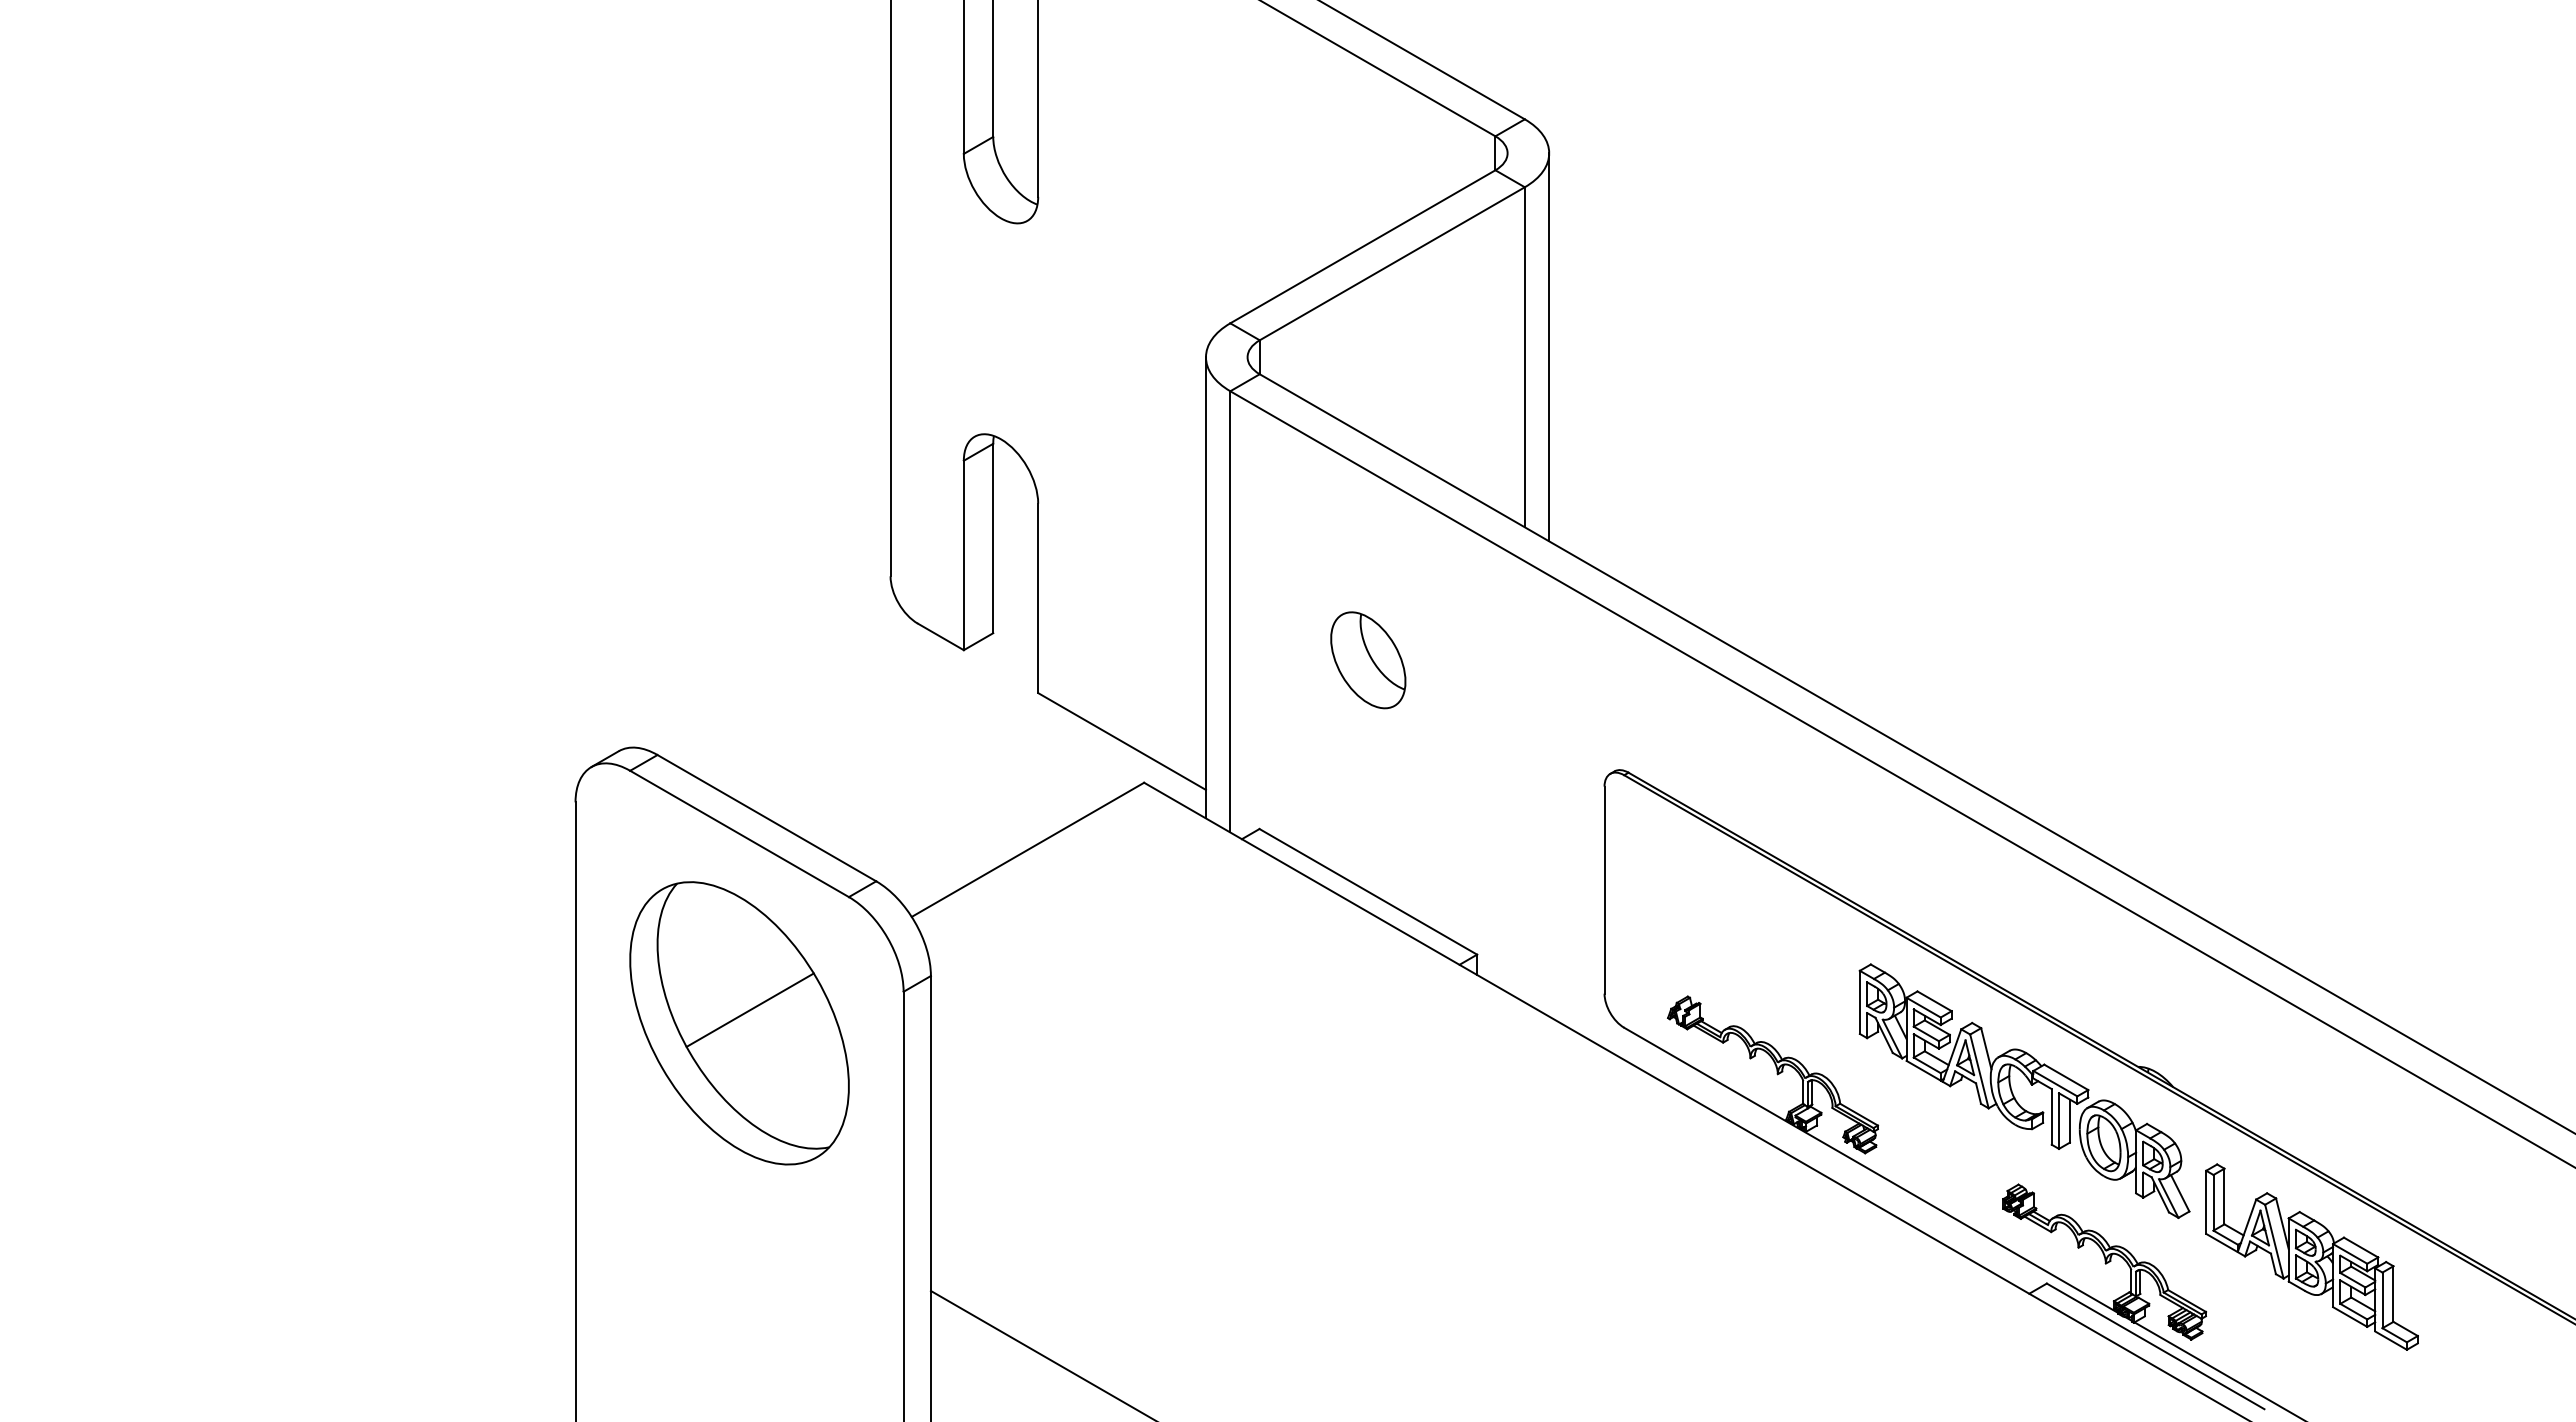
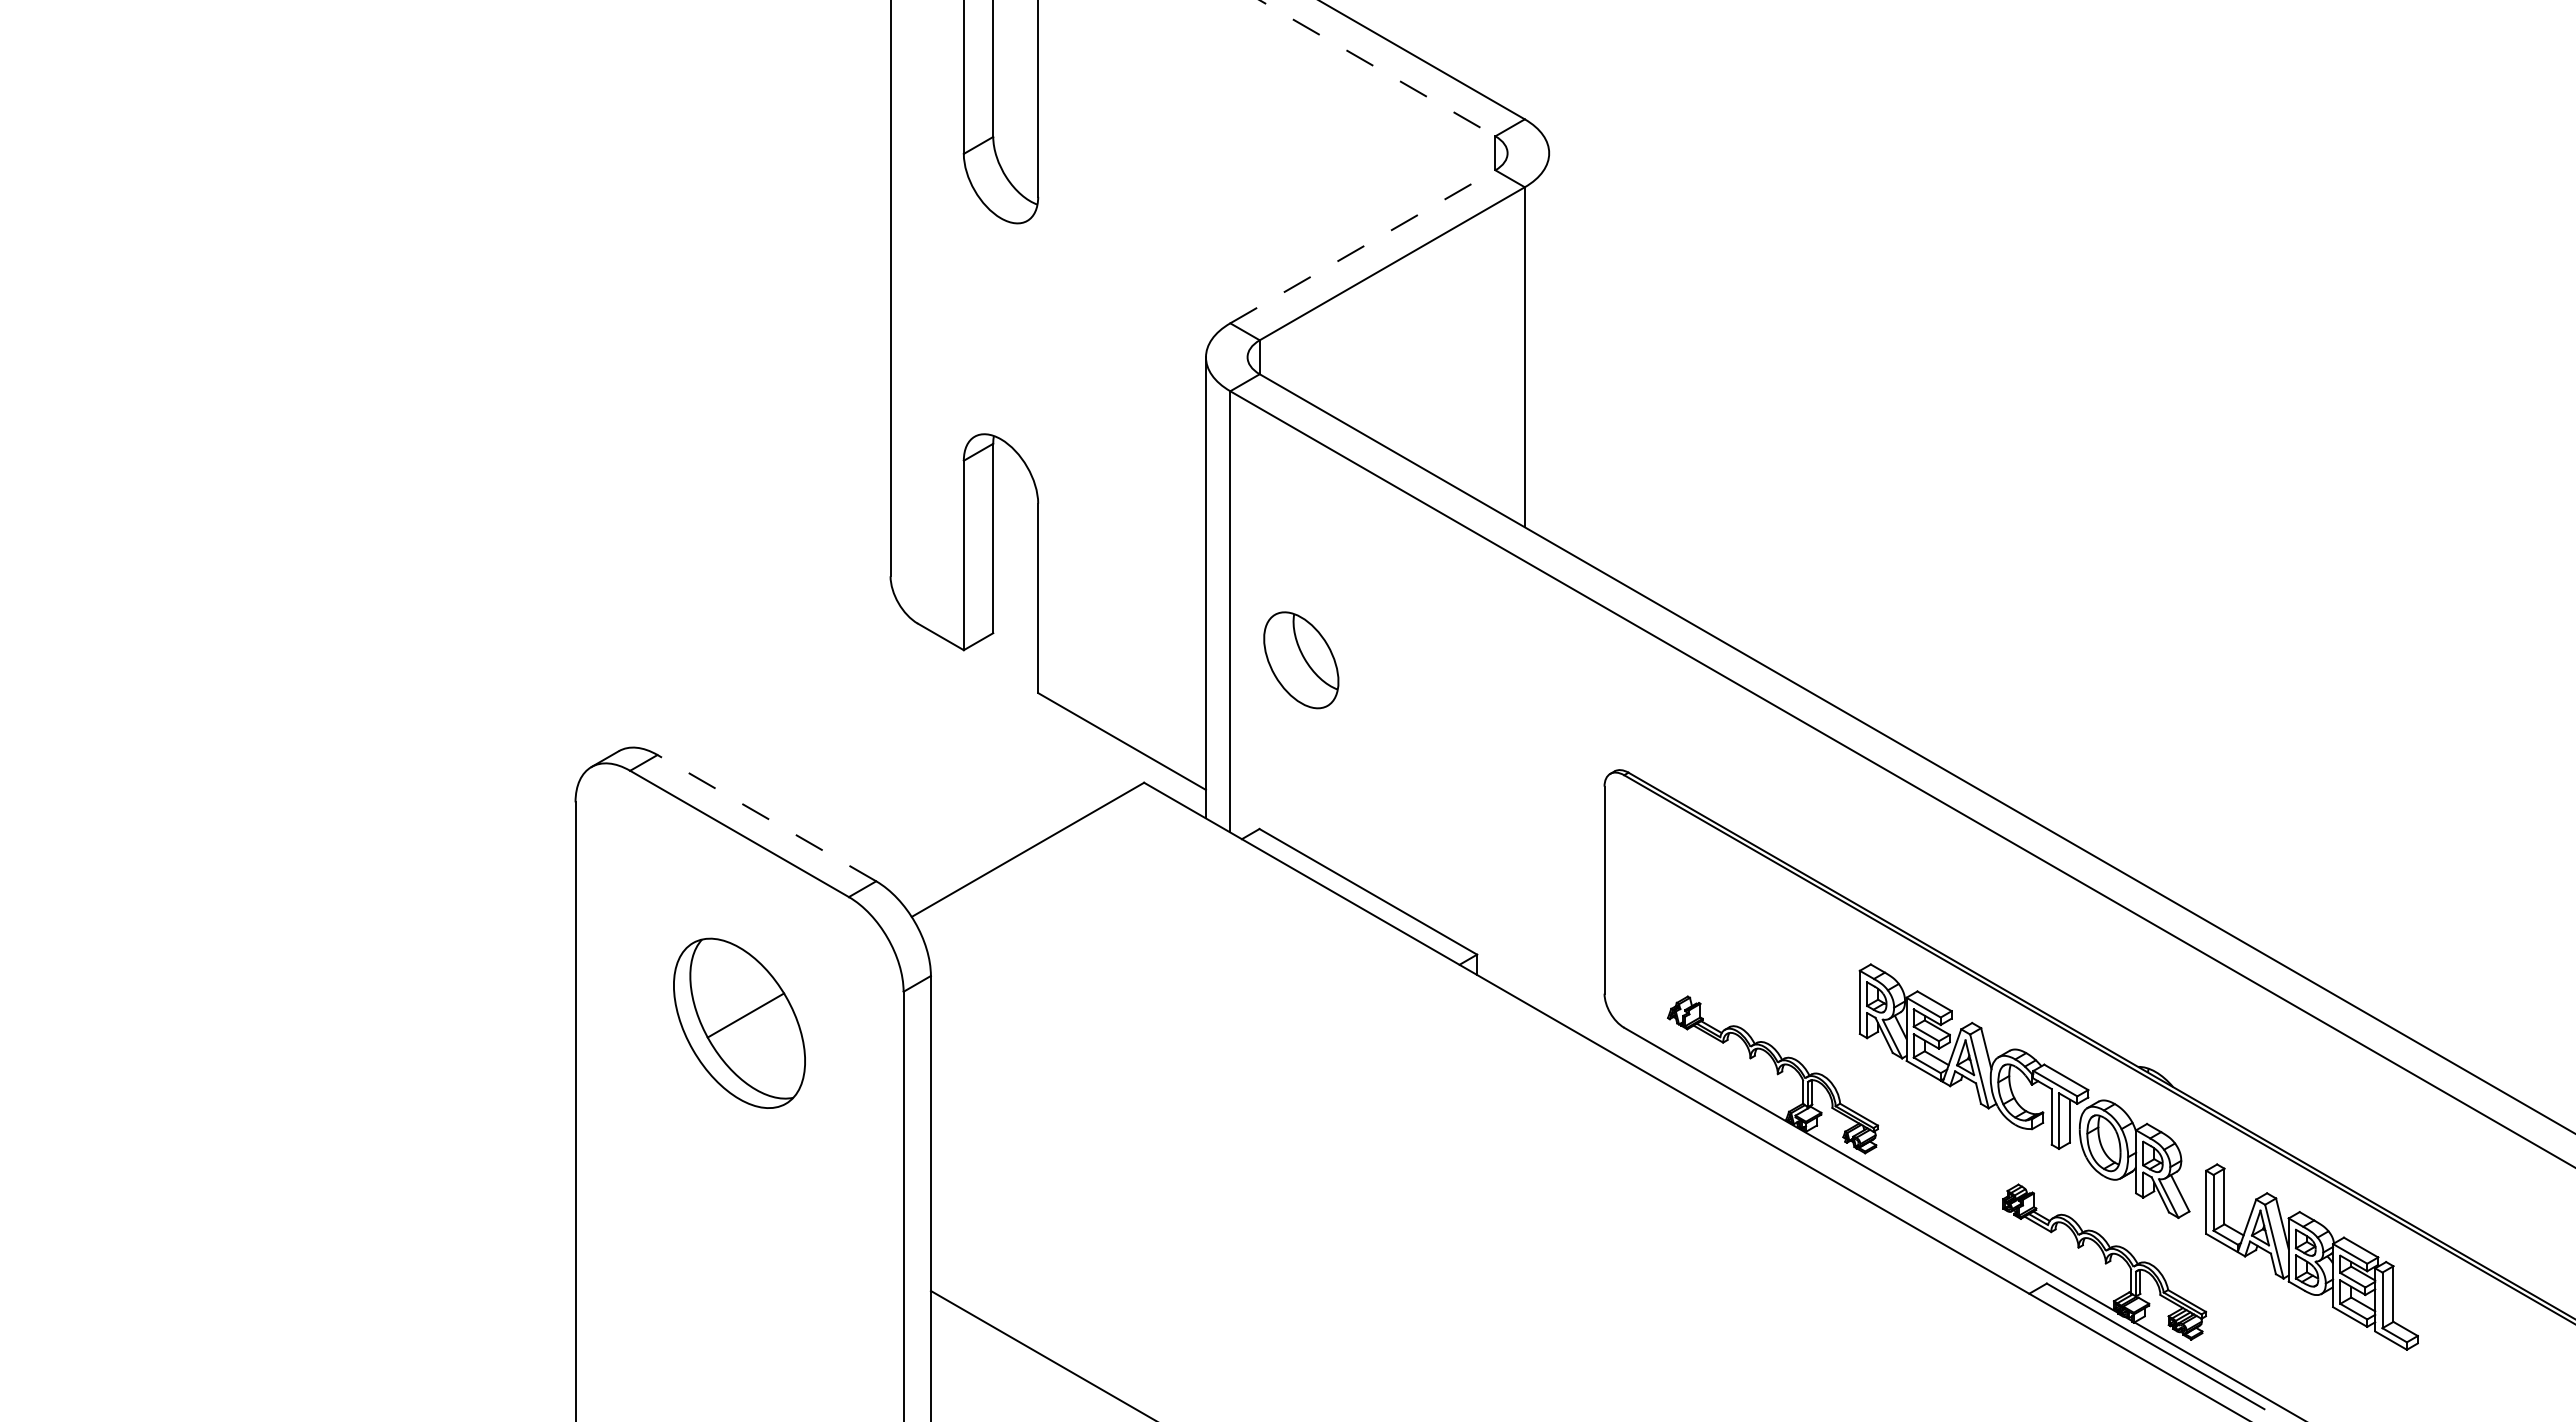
line at (1377, 68): solid -> dashed
line at (1363, 246): solid -> dashed
line at (1549, 347): present -> none
part at (1368, 660) position: (1368, 660) -> (1301, 660)
line at (766, 817): solid -> dashed
part at (739, 1023) size: 221x285 px -> 133x172 px
